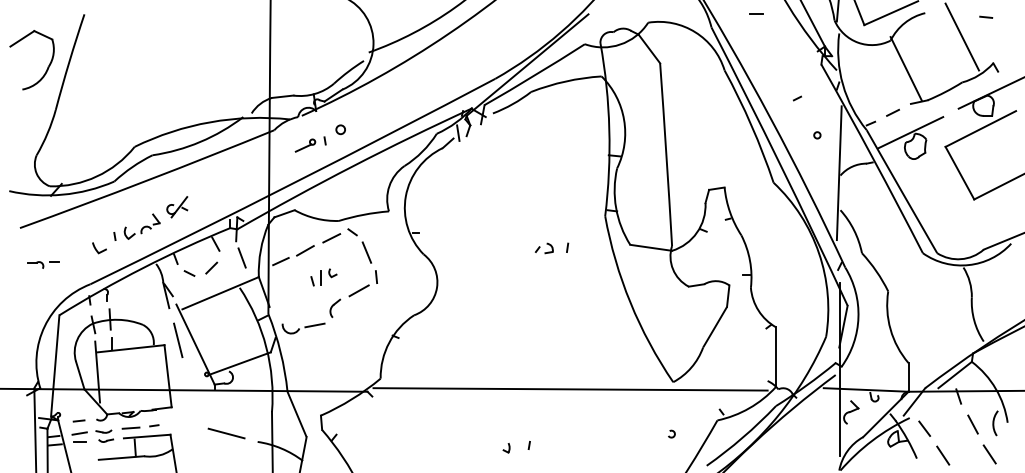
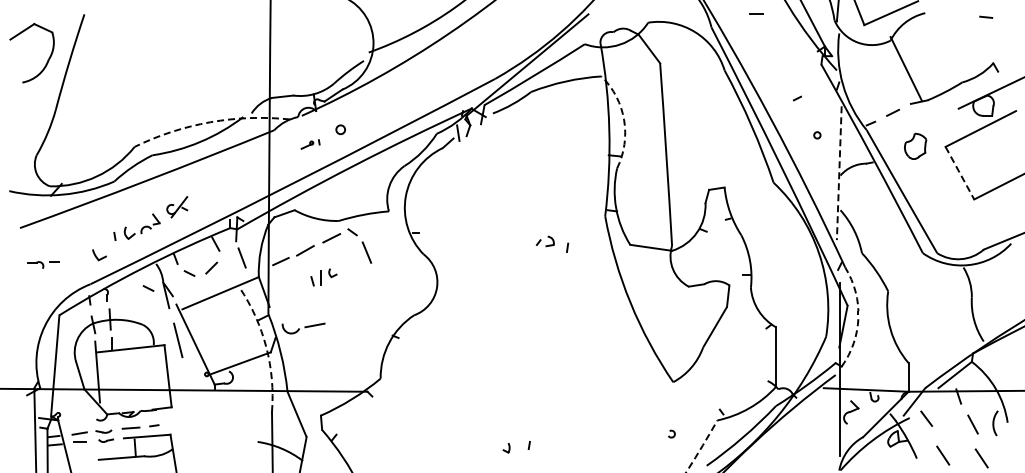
line at (962, 36): present -> none
part at (47, 66) position: (47, 66) -> (47, 59)
arc at (624, 119): solid -> dashed
arc at (210, 122): solid -> dashed
line at (910, 132): present -> none
part at (310, 144) size: 33x17 px -> 21x11 px
line at (839, 173): solid -> dashed
line at (959, 173): solid -> dashed
part at (99, 248) position: (99, 248) -> (99, 255)
part at (543, 248) position: (543, 248) -> (544, 241)
line at (148, 288): none -> present
part at (353, 293): present -> none
arc at (858, 317): solid -> dashed
arc at (266, 347): solid -> dashed
line at (570, 389): present -> none
line at (78, 420): present -> none
line at (924, 428) position: (924, 428) -> (926, 418)
line at (226, 433): present -> none
arc at (702, 446): solid -> dashed
line at (989, 454) position: (989, 454) -> (981, 458)
